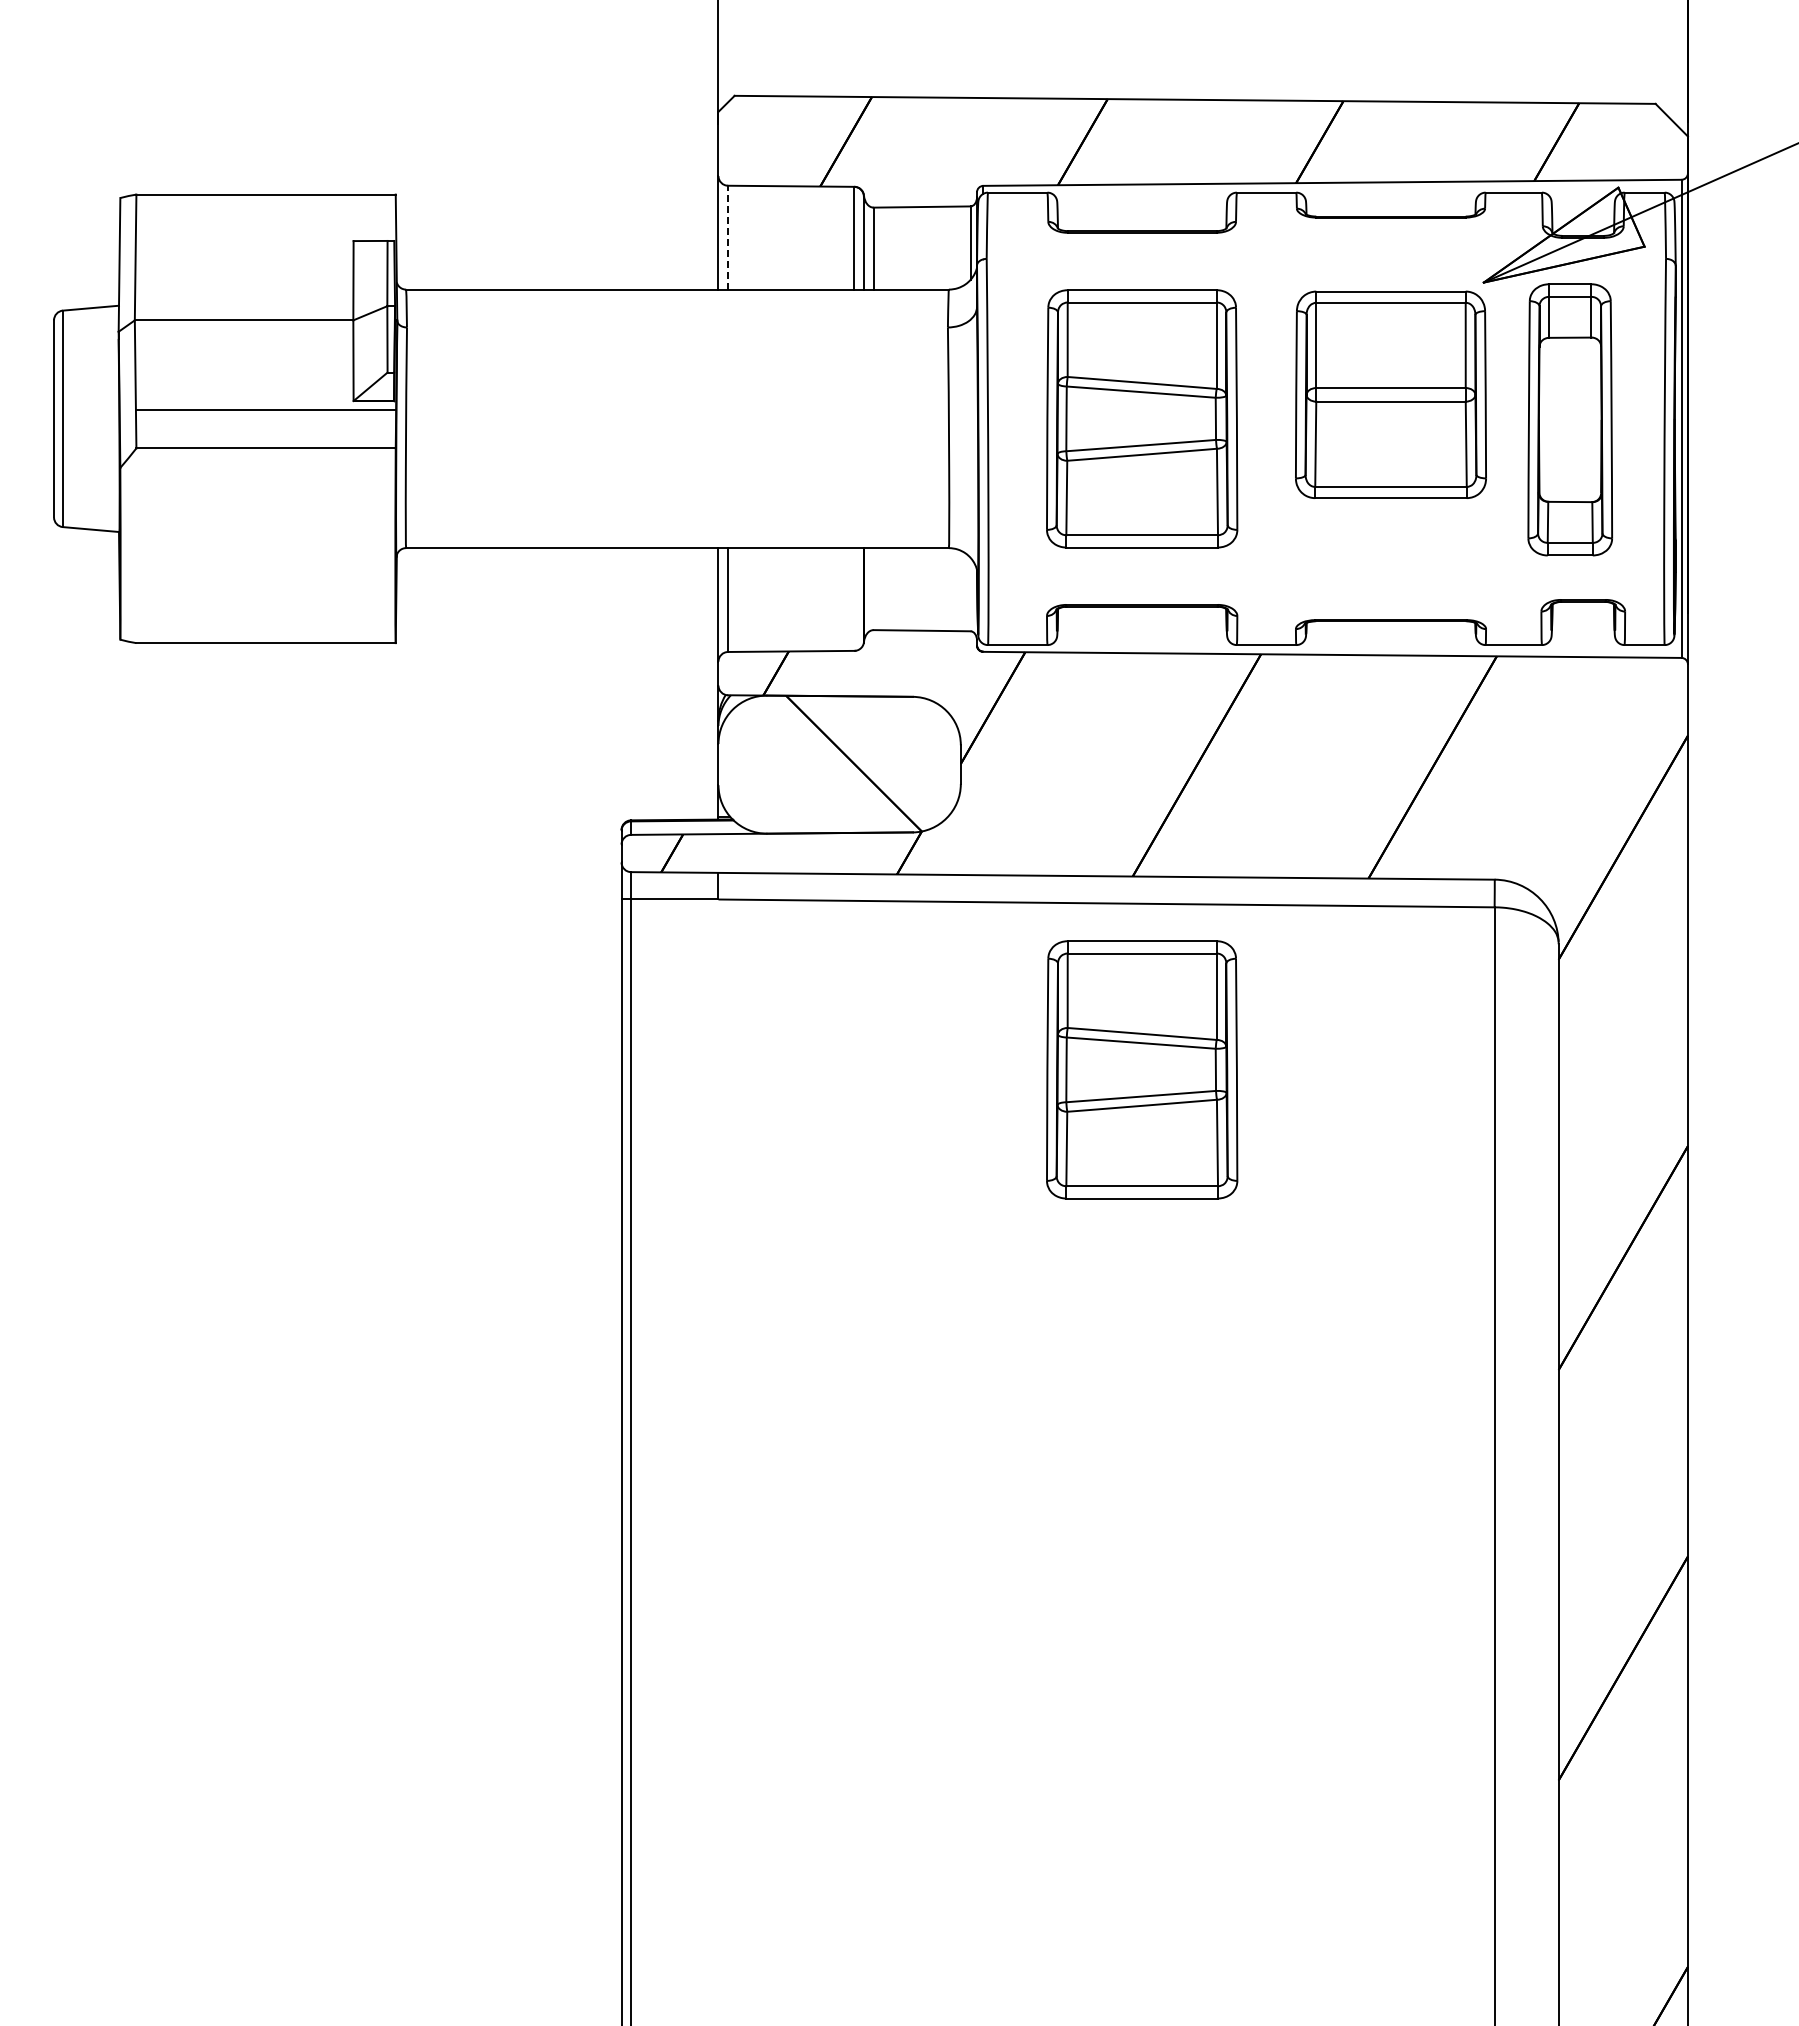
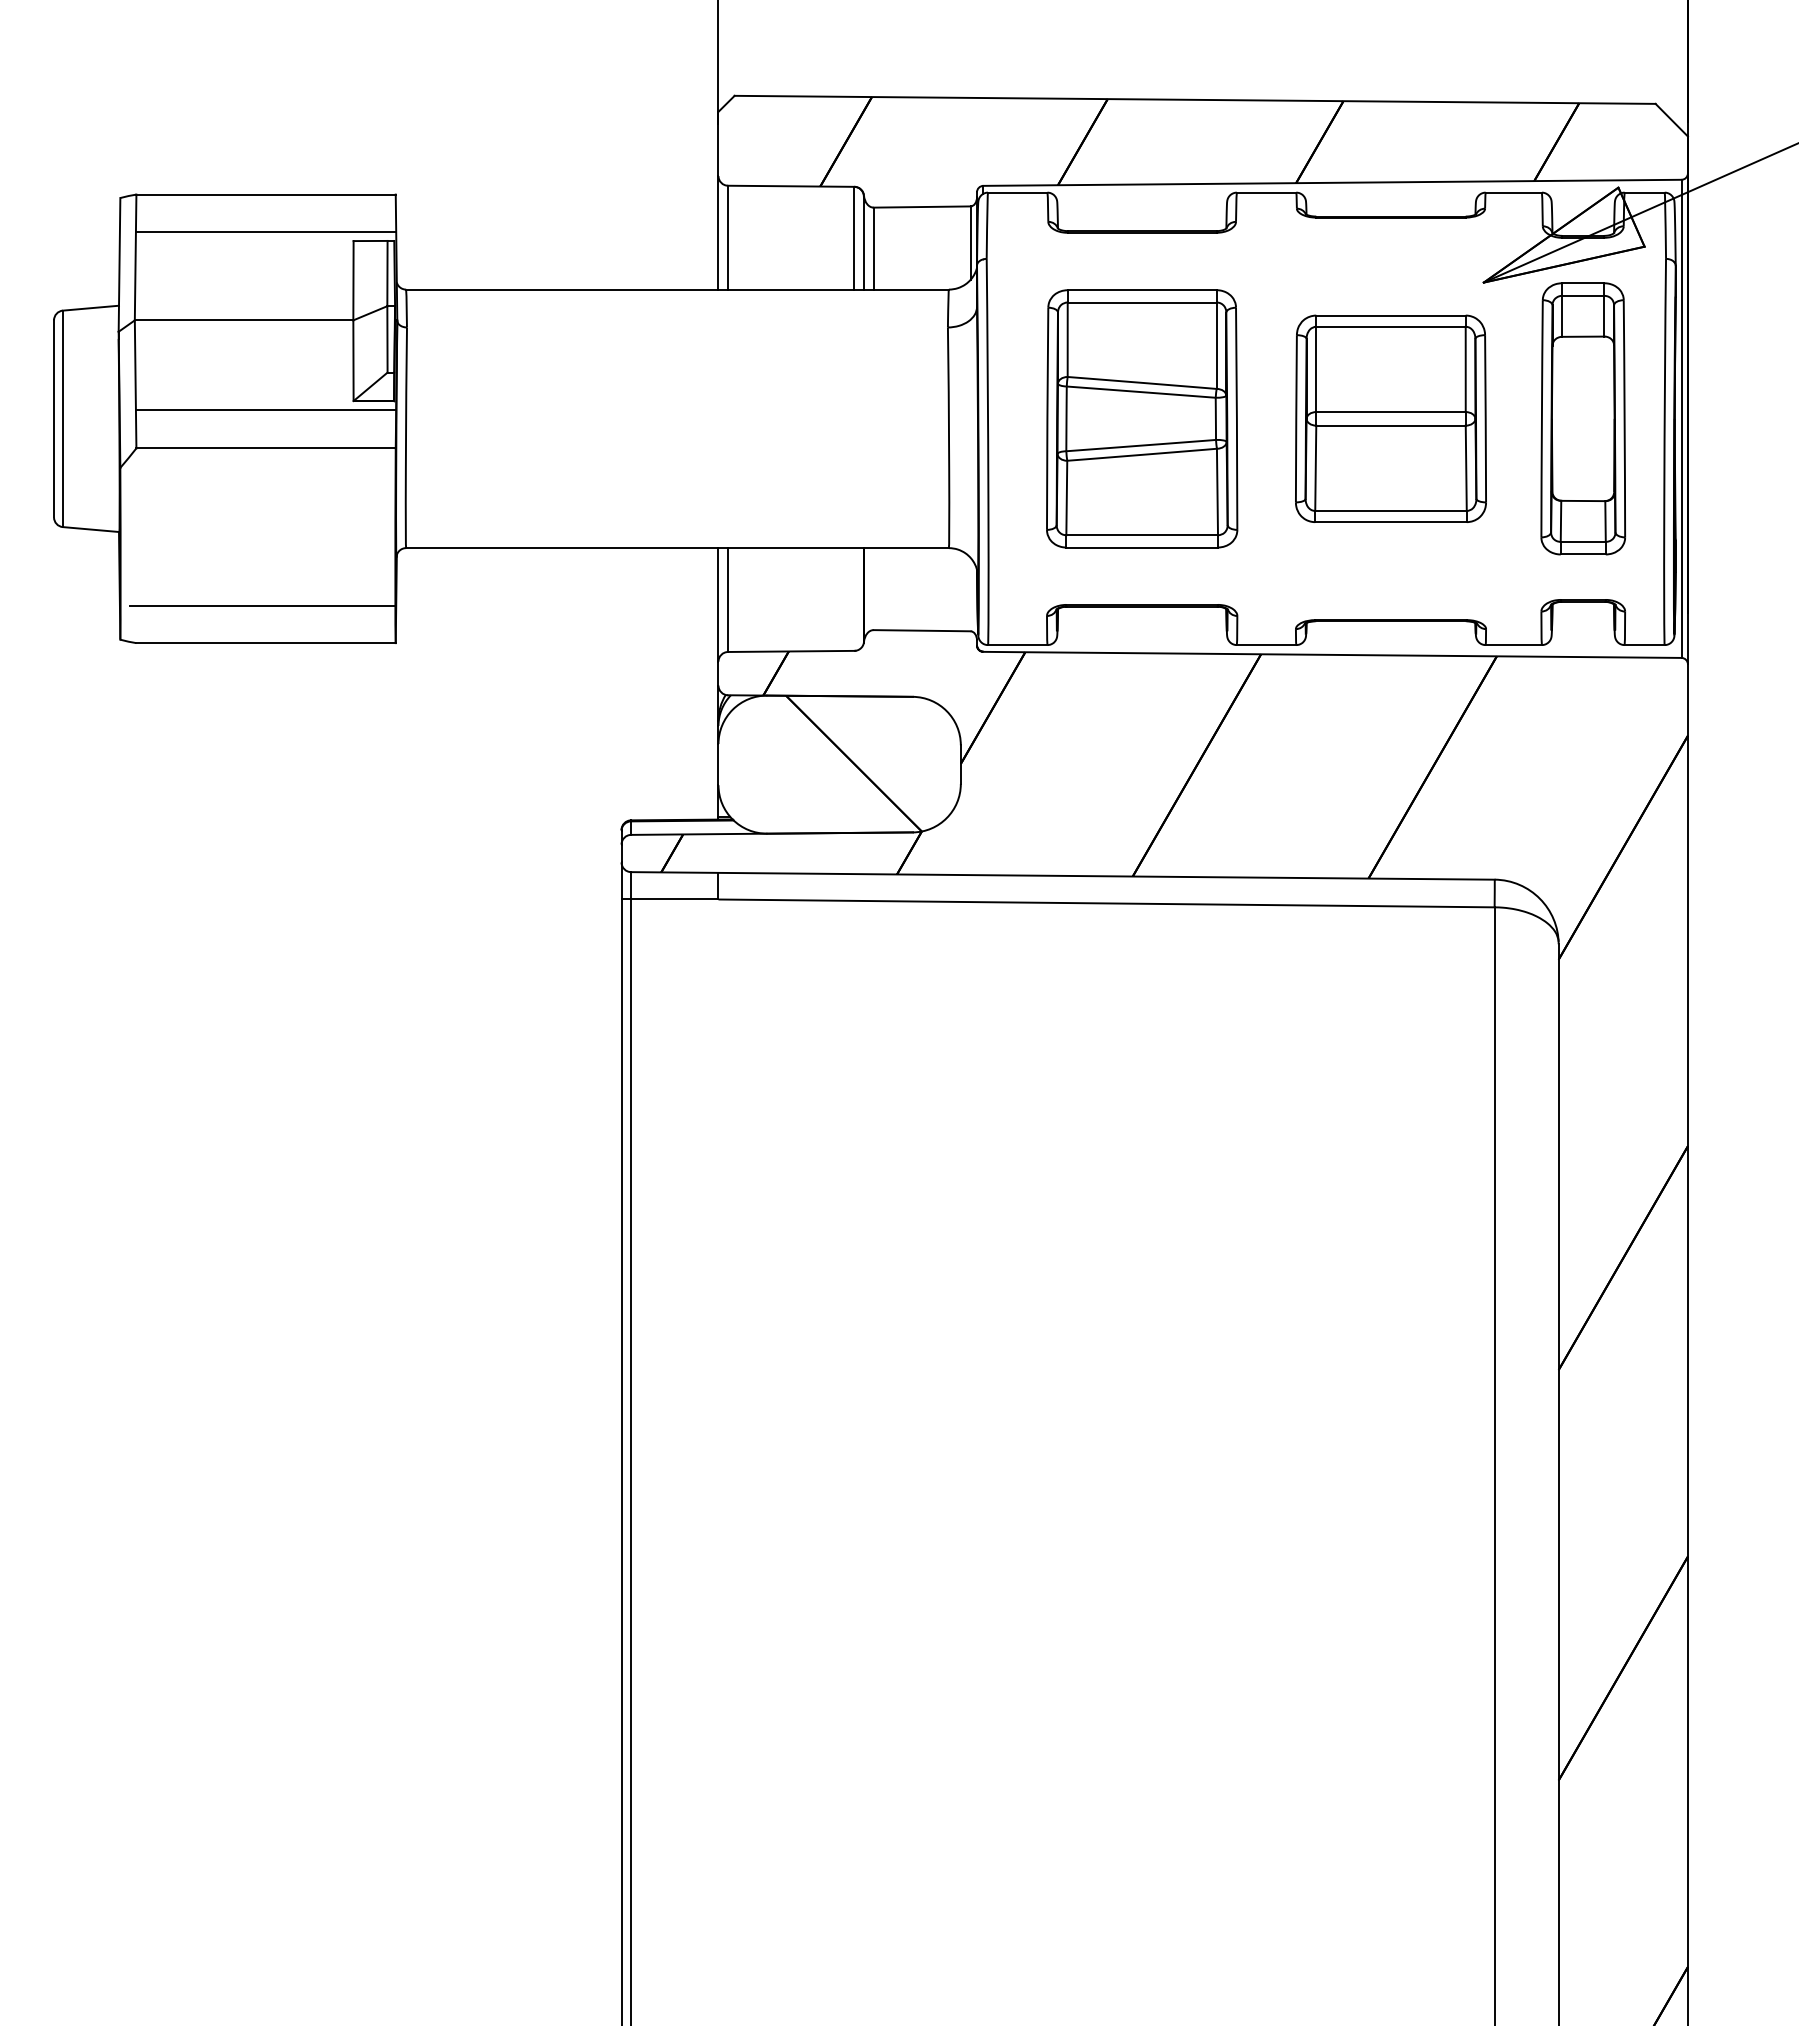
line at (265, 231): none -> present
line at (728, 237): dashed -> solid
part at (1390, 394) position: (1390, 394) -> (1390, 418)
part at (1569, 419) position: (1569, 419) -> (1582, 418)
line at (262, 606): none -> present
part at (1142, 1069): present -> none
